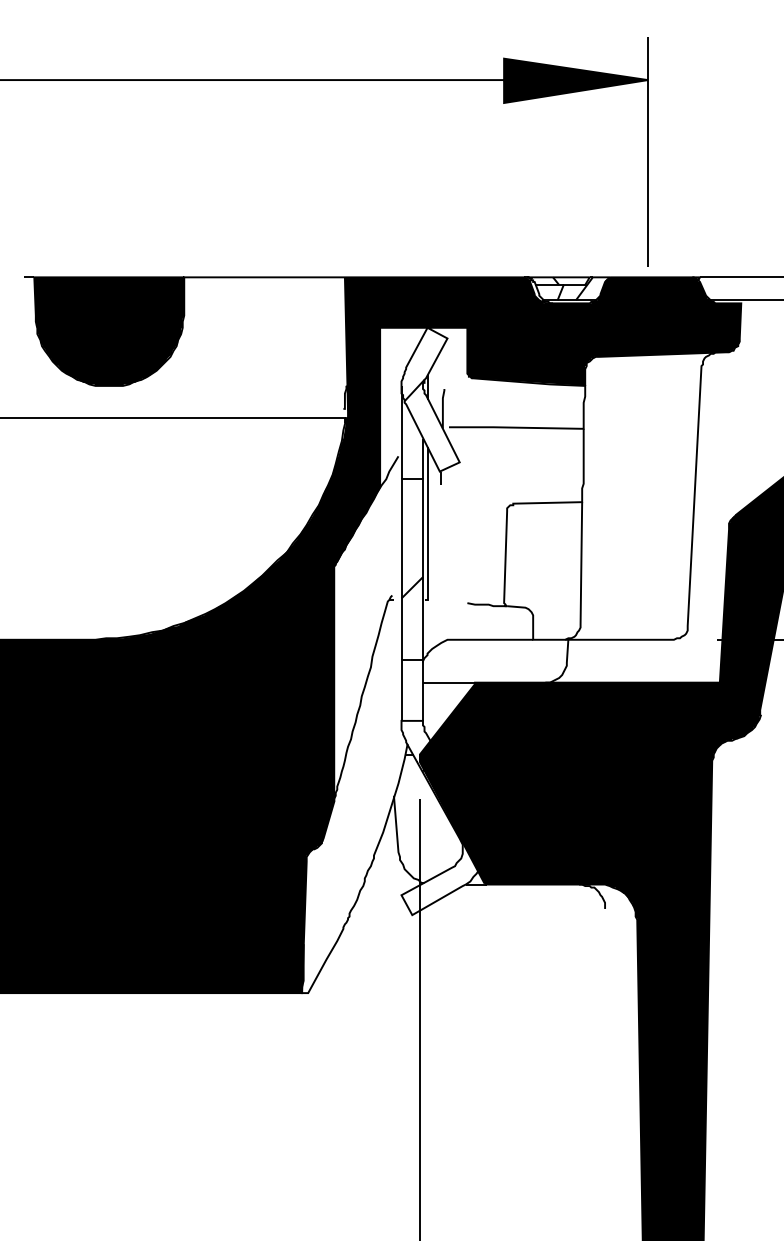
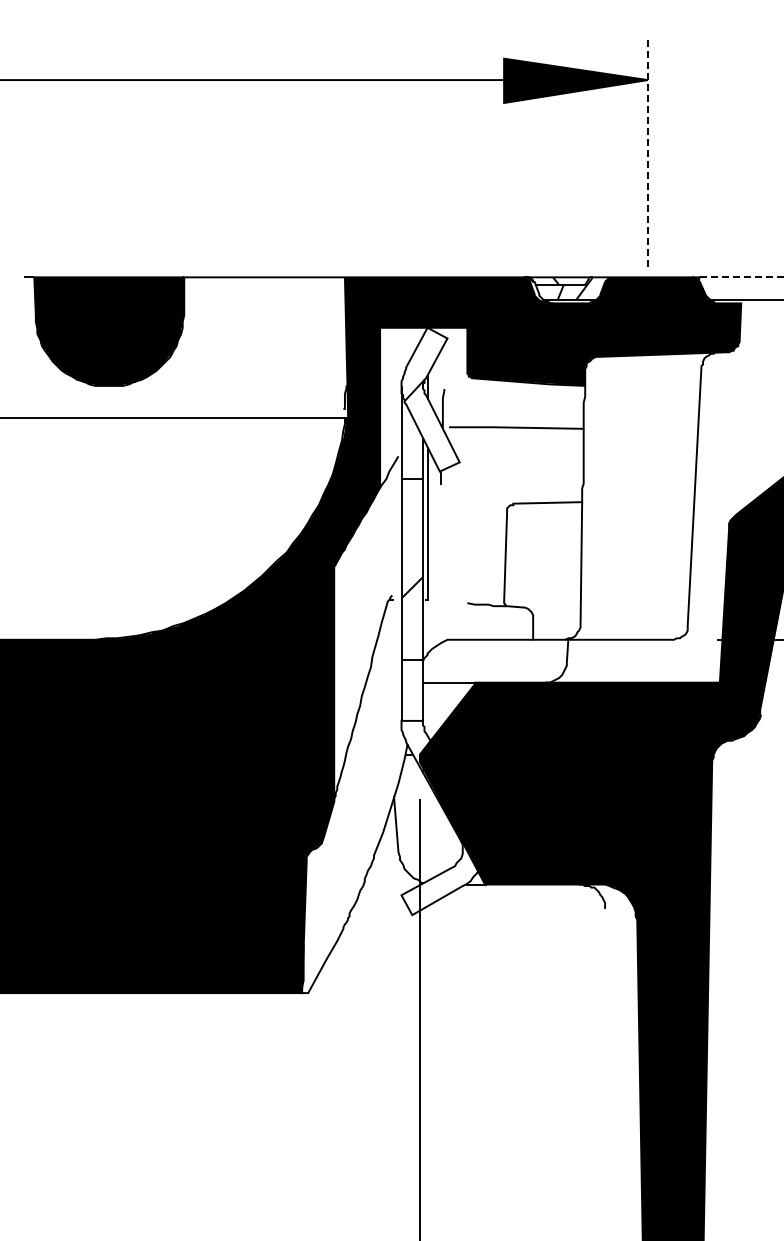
line at (647, 151): solid -> dashed
line at (741, 277): solid -> dashed
